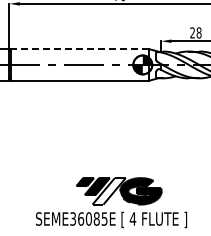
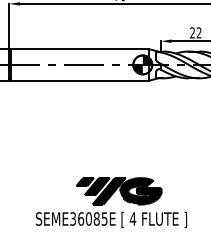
text at (198, 32): 28 -> 22
line at (79, 49): dashed -> solid
fill at (108, 191): none -> present
